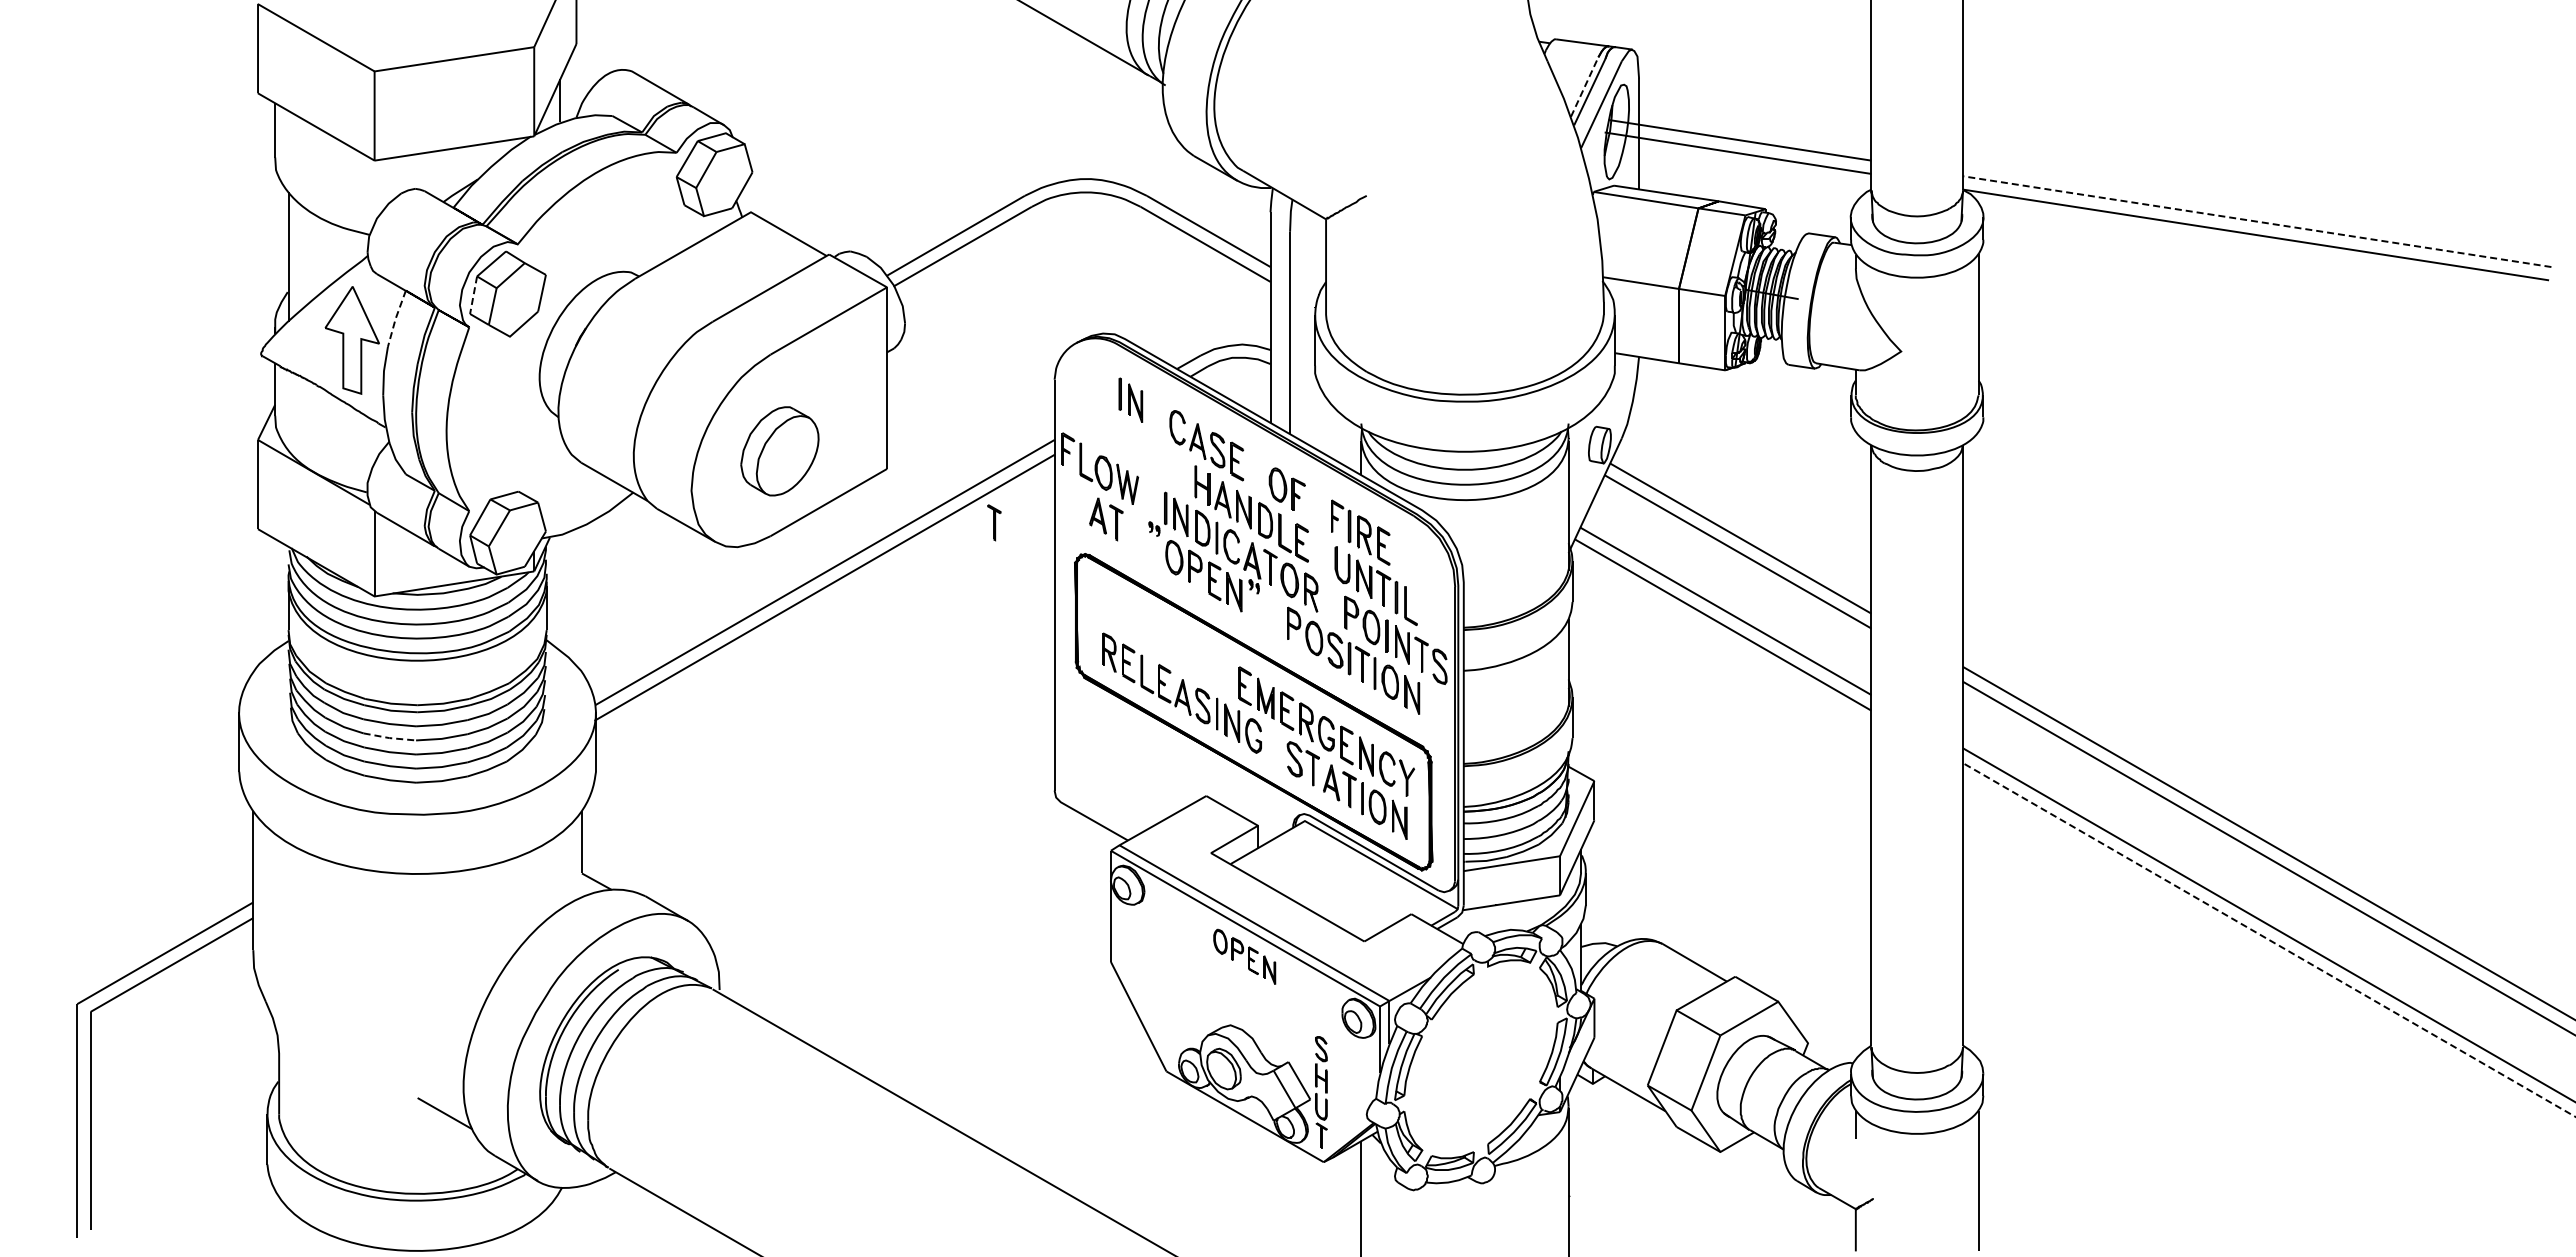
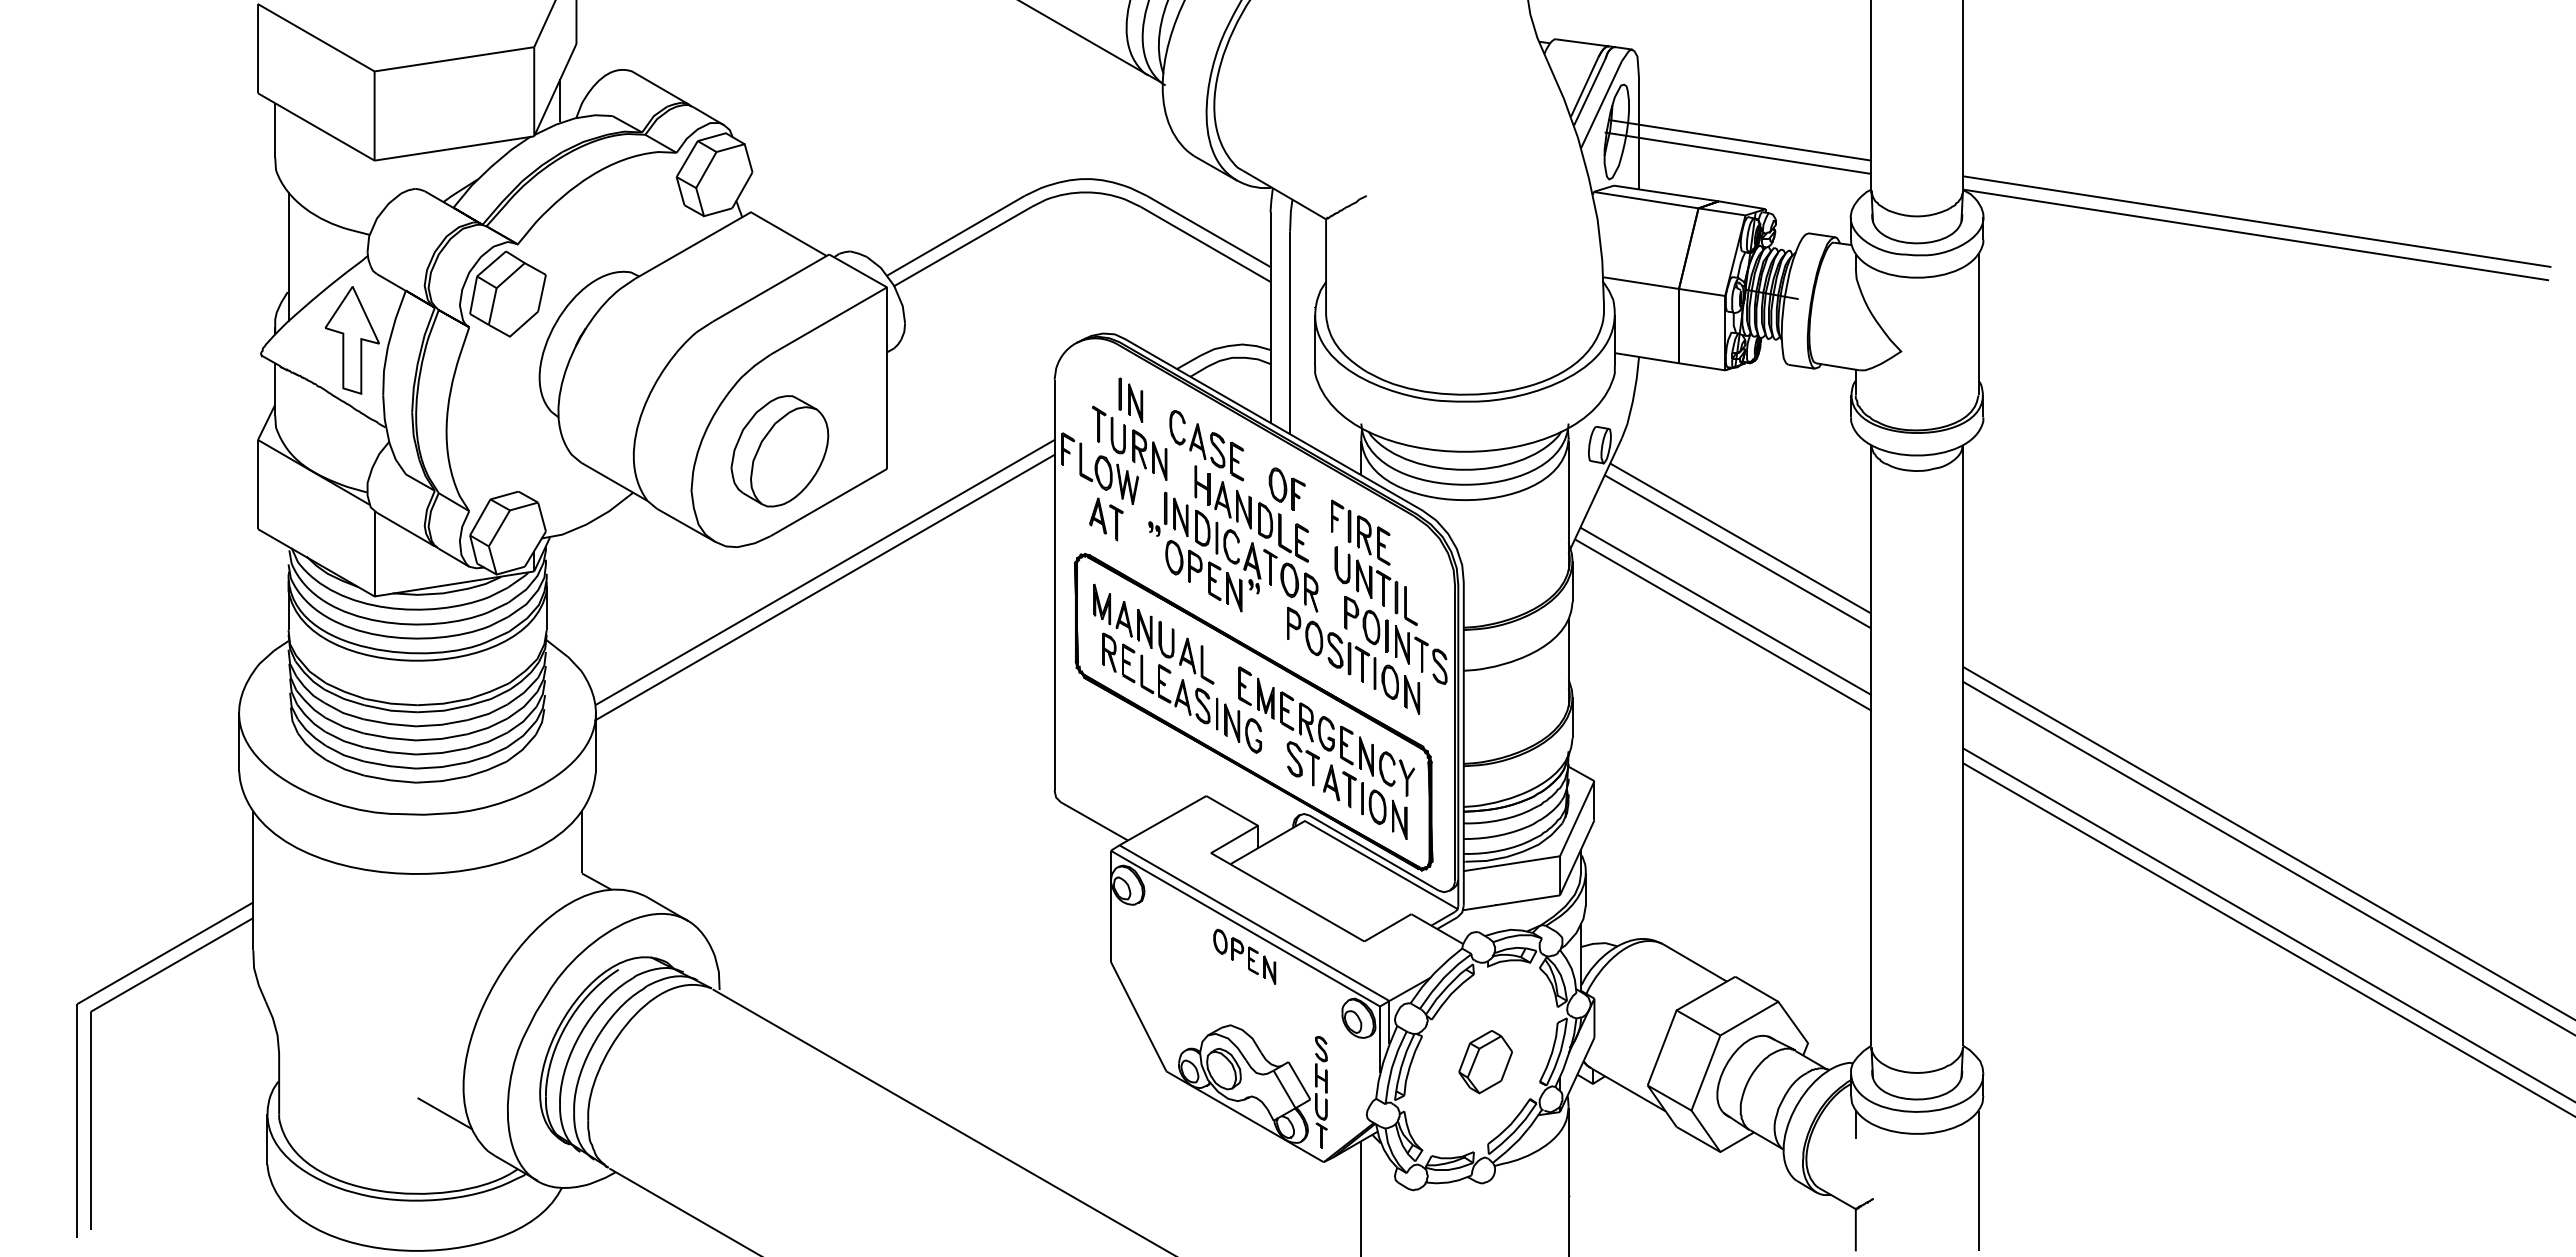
line at (1584, 87): dashed -> solid
line at (2257, 221): dashed -> solid
line at (473, 295): dashed -> solid
line at (395, 318): dashed -> solid
part at (1129, 442): none -> present
part at (779, 451) size: 80x91 px -> 100x113 px
part at (994, 522): present -> none
part at (1153, 634): none -> present
line at (389, 738): dashed -> solid
line at (2268, 939): dashed -> solid
part at (1485, 1062): none -> present
